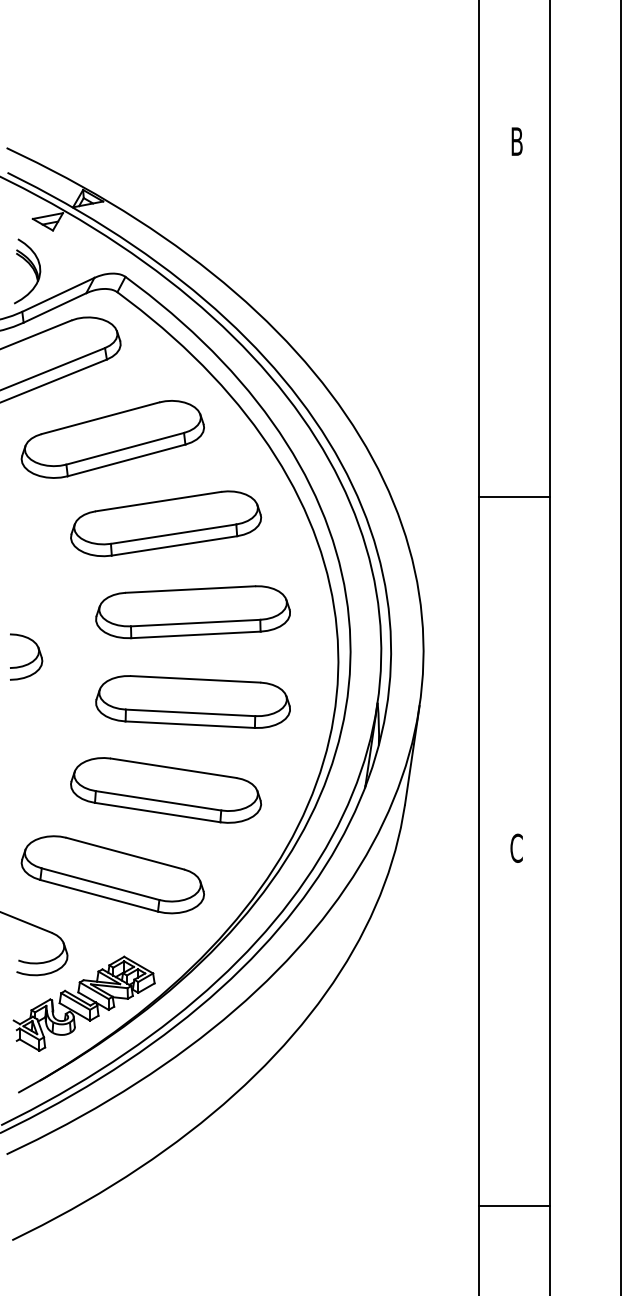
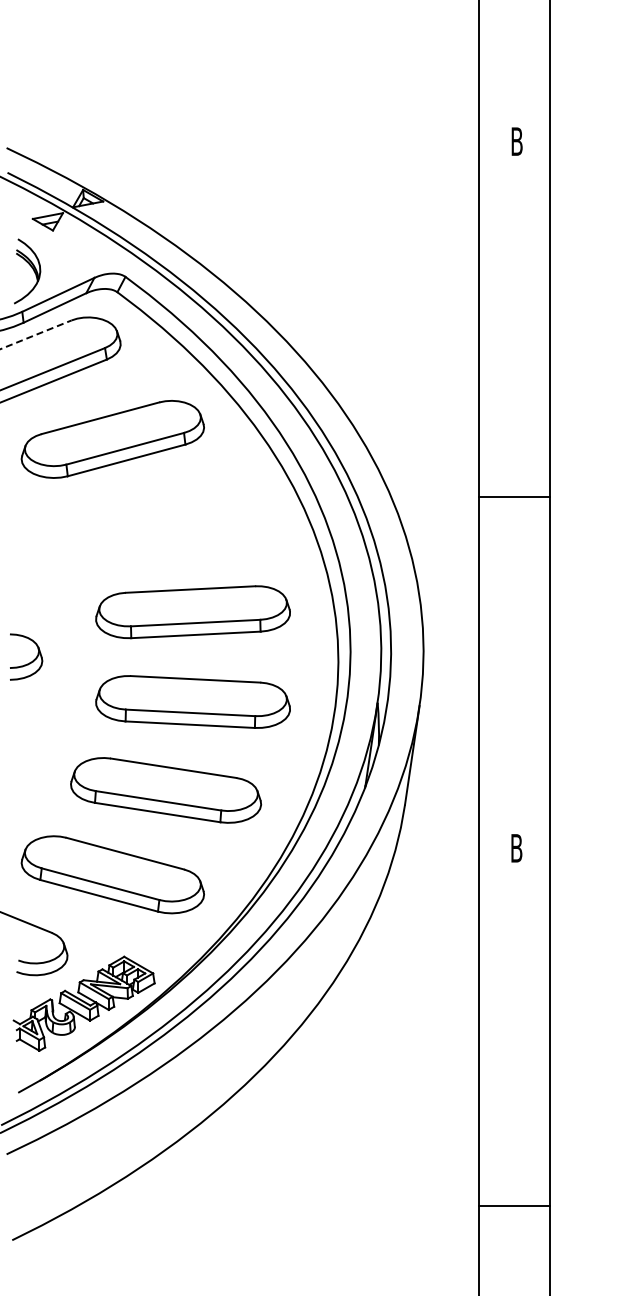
line at (36, 334): solid -> dashed
part at (166, 523): present -> none
line at (620, 647): present -> none
text at (516, 847): C -> B
